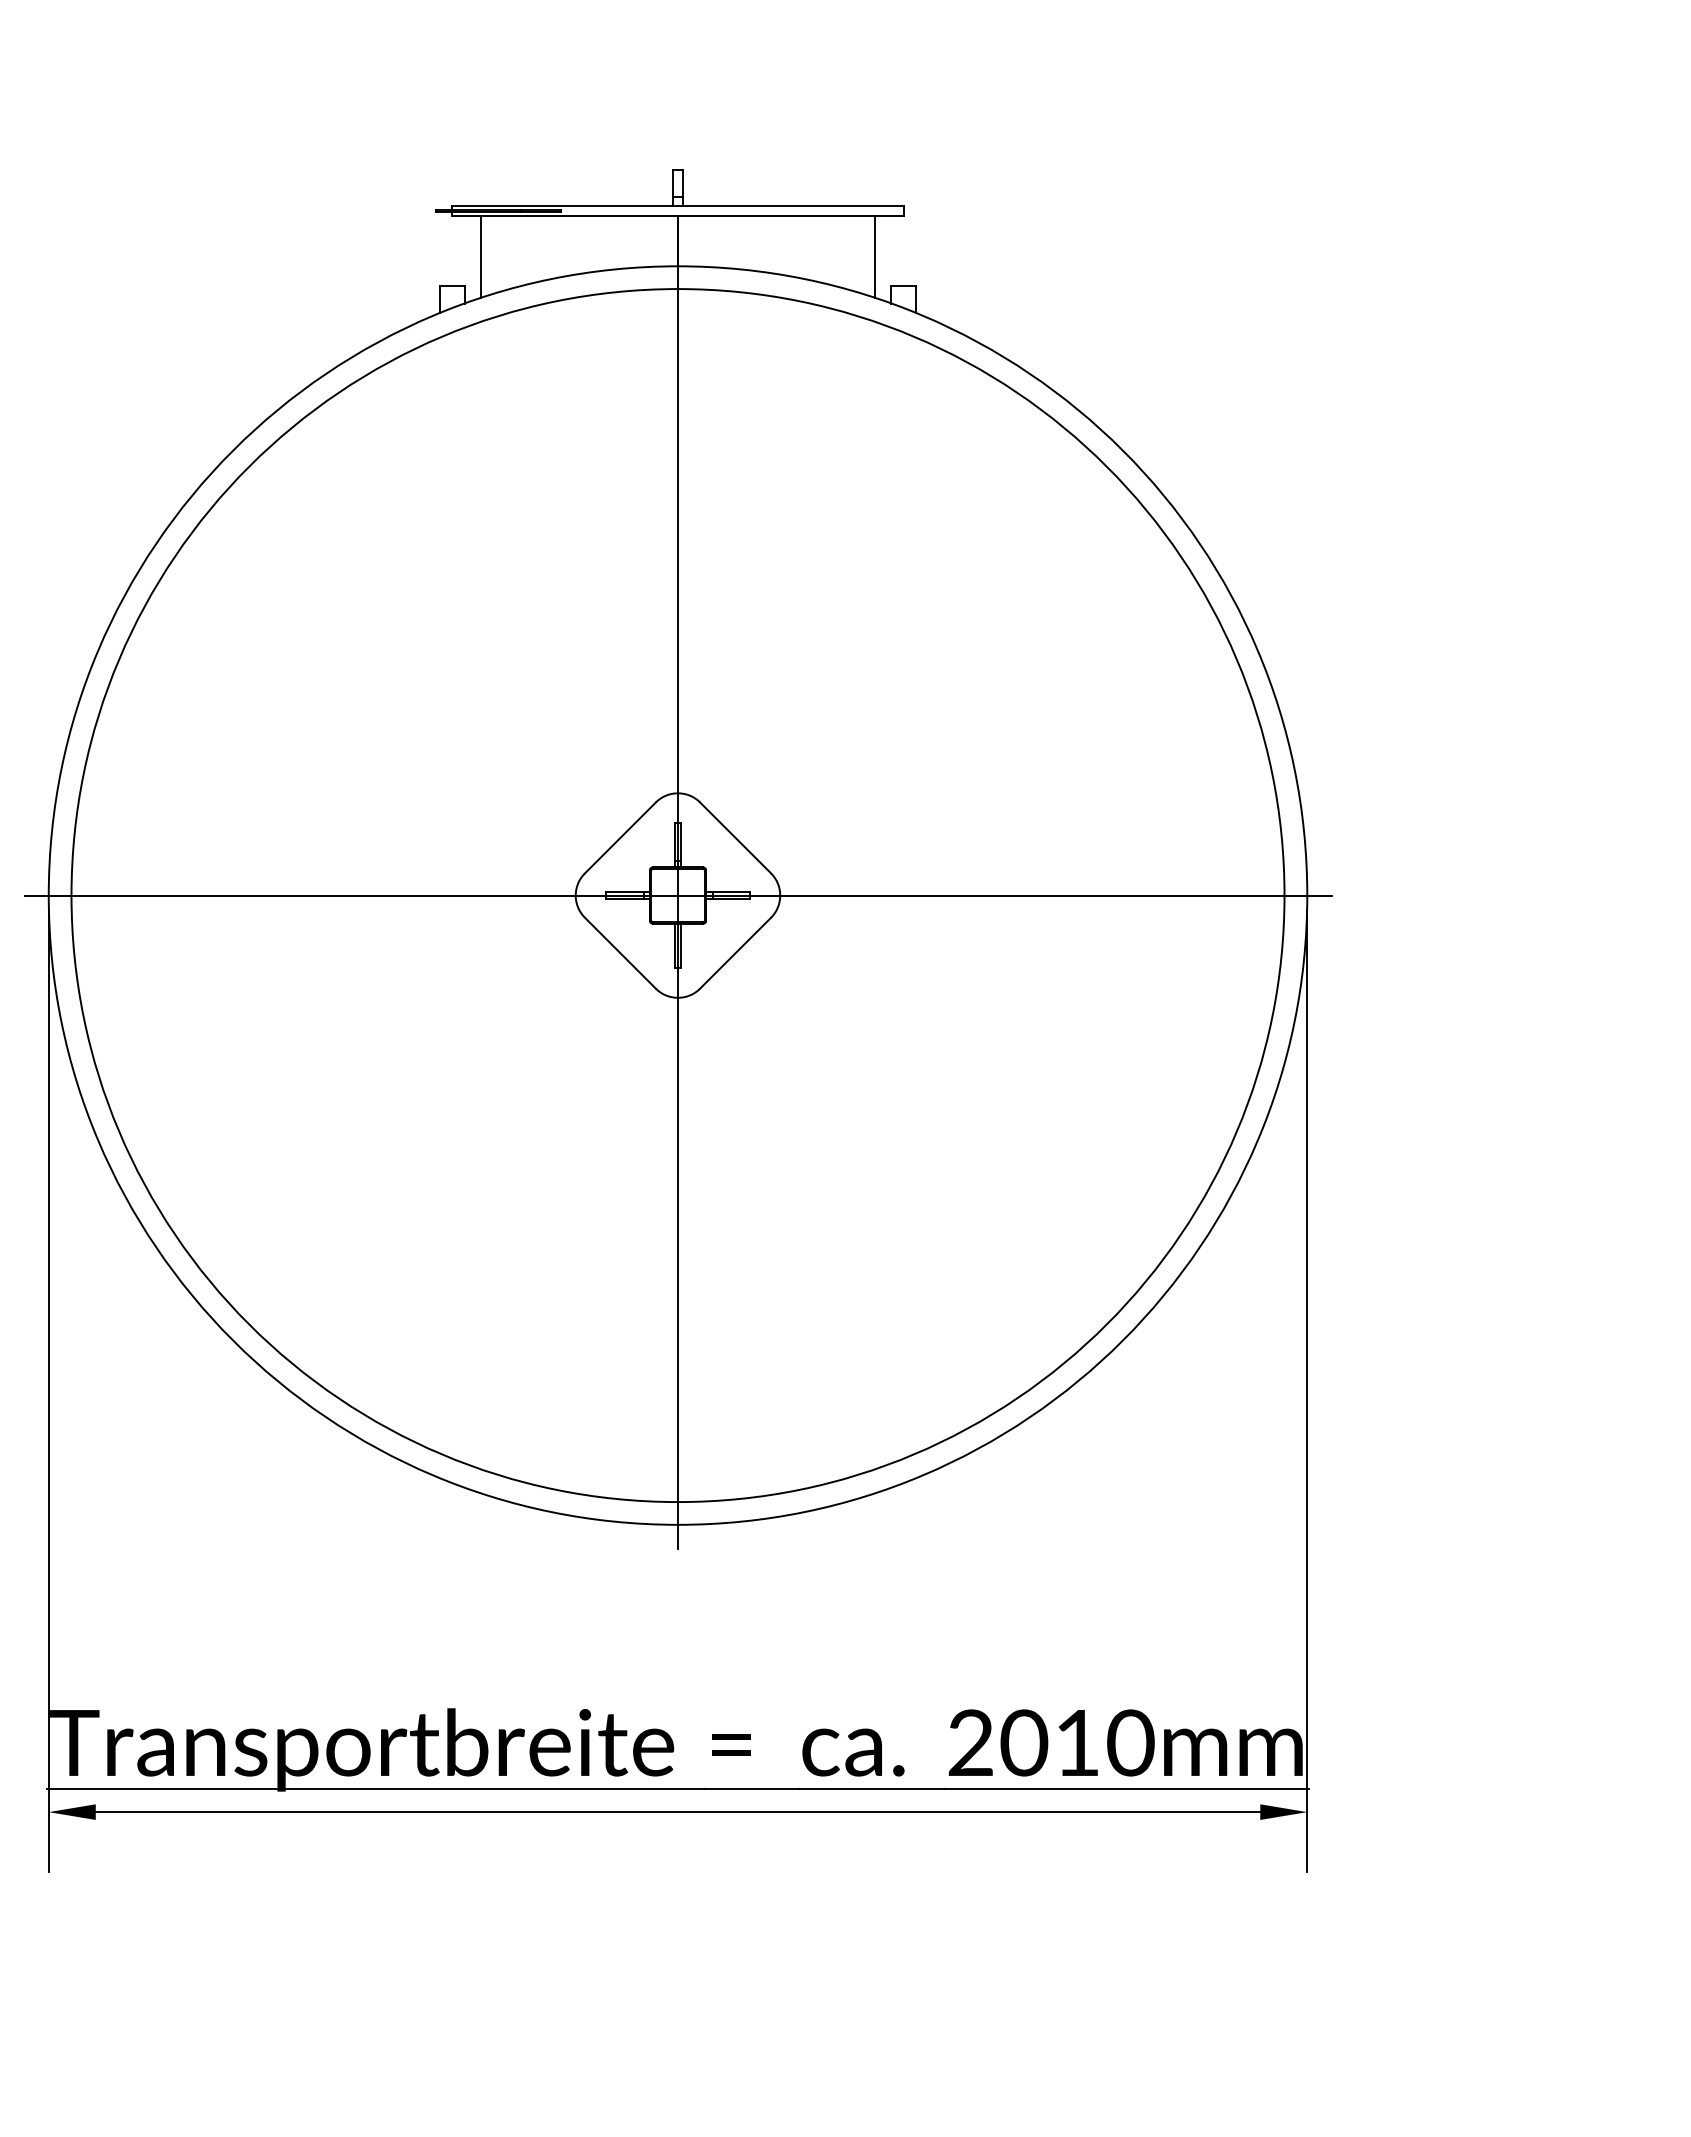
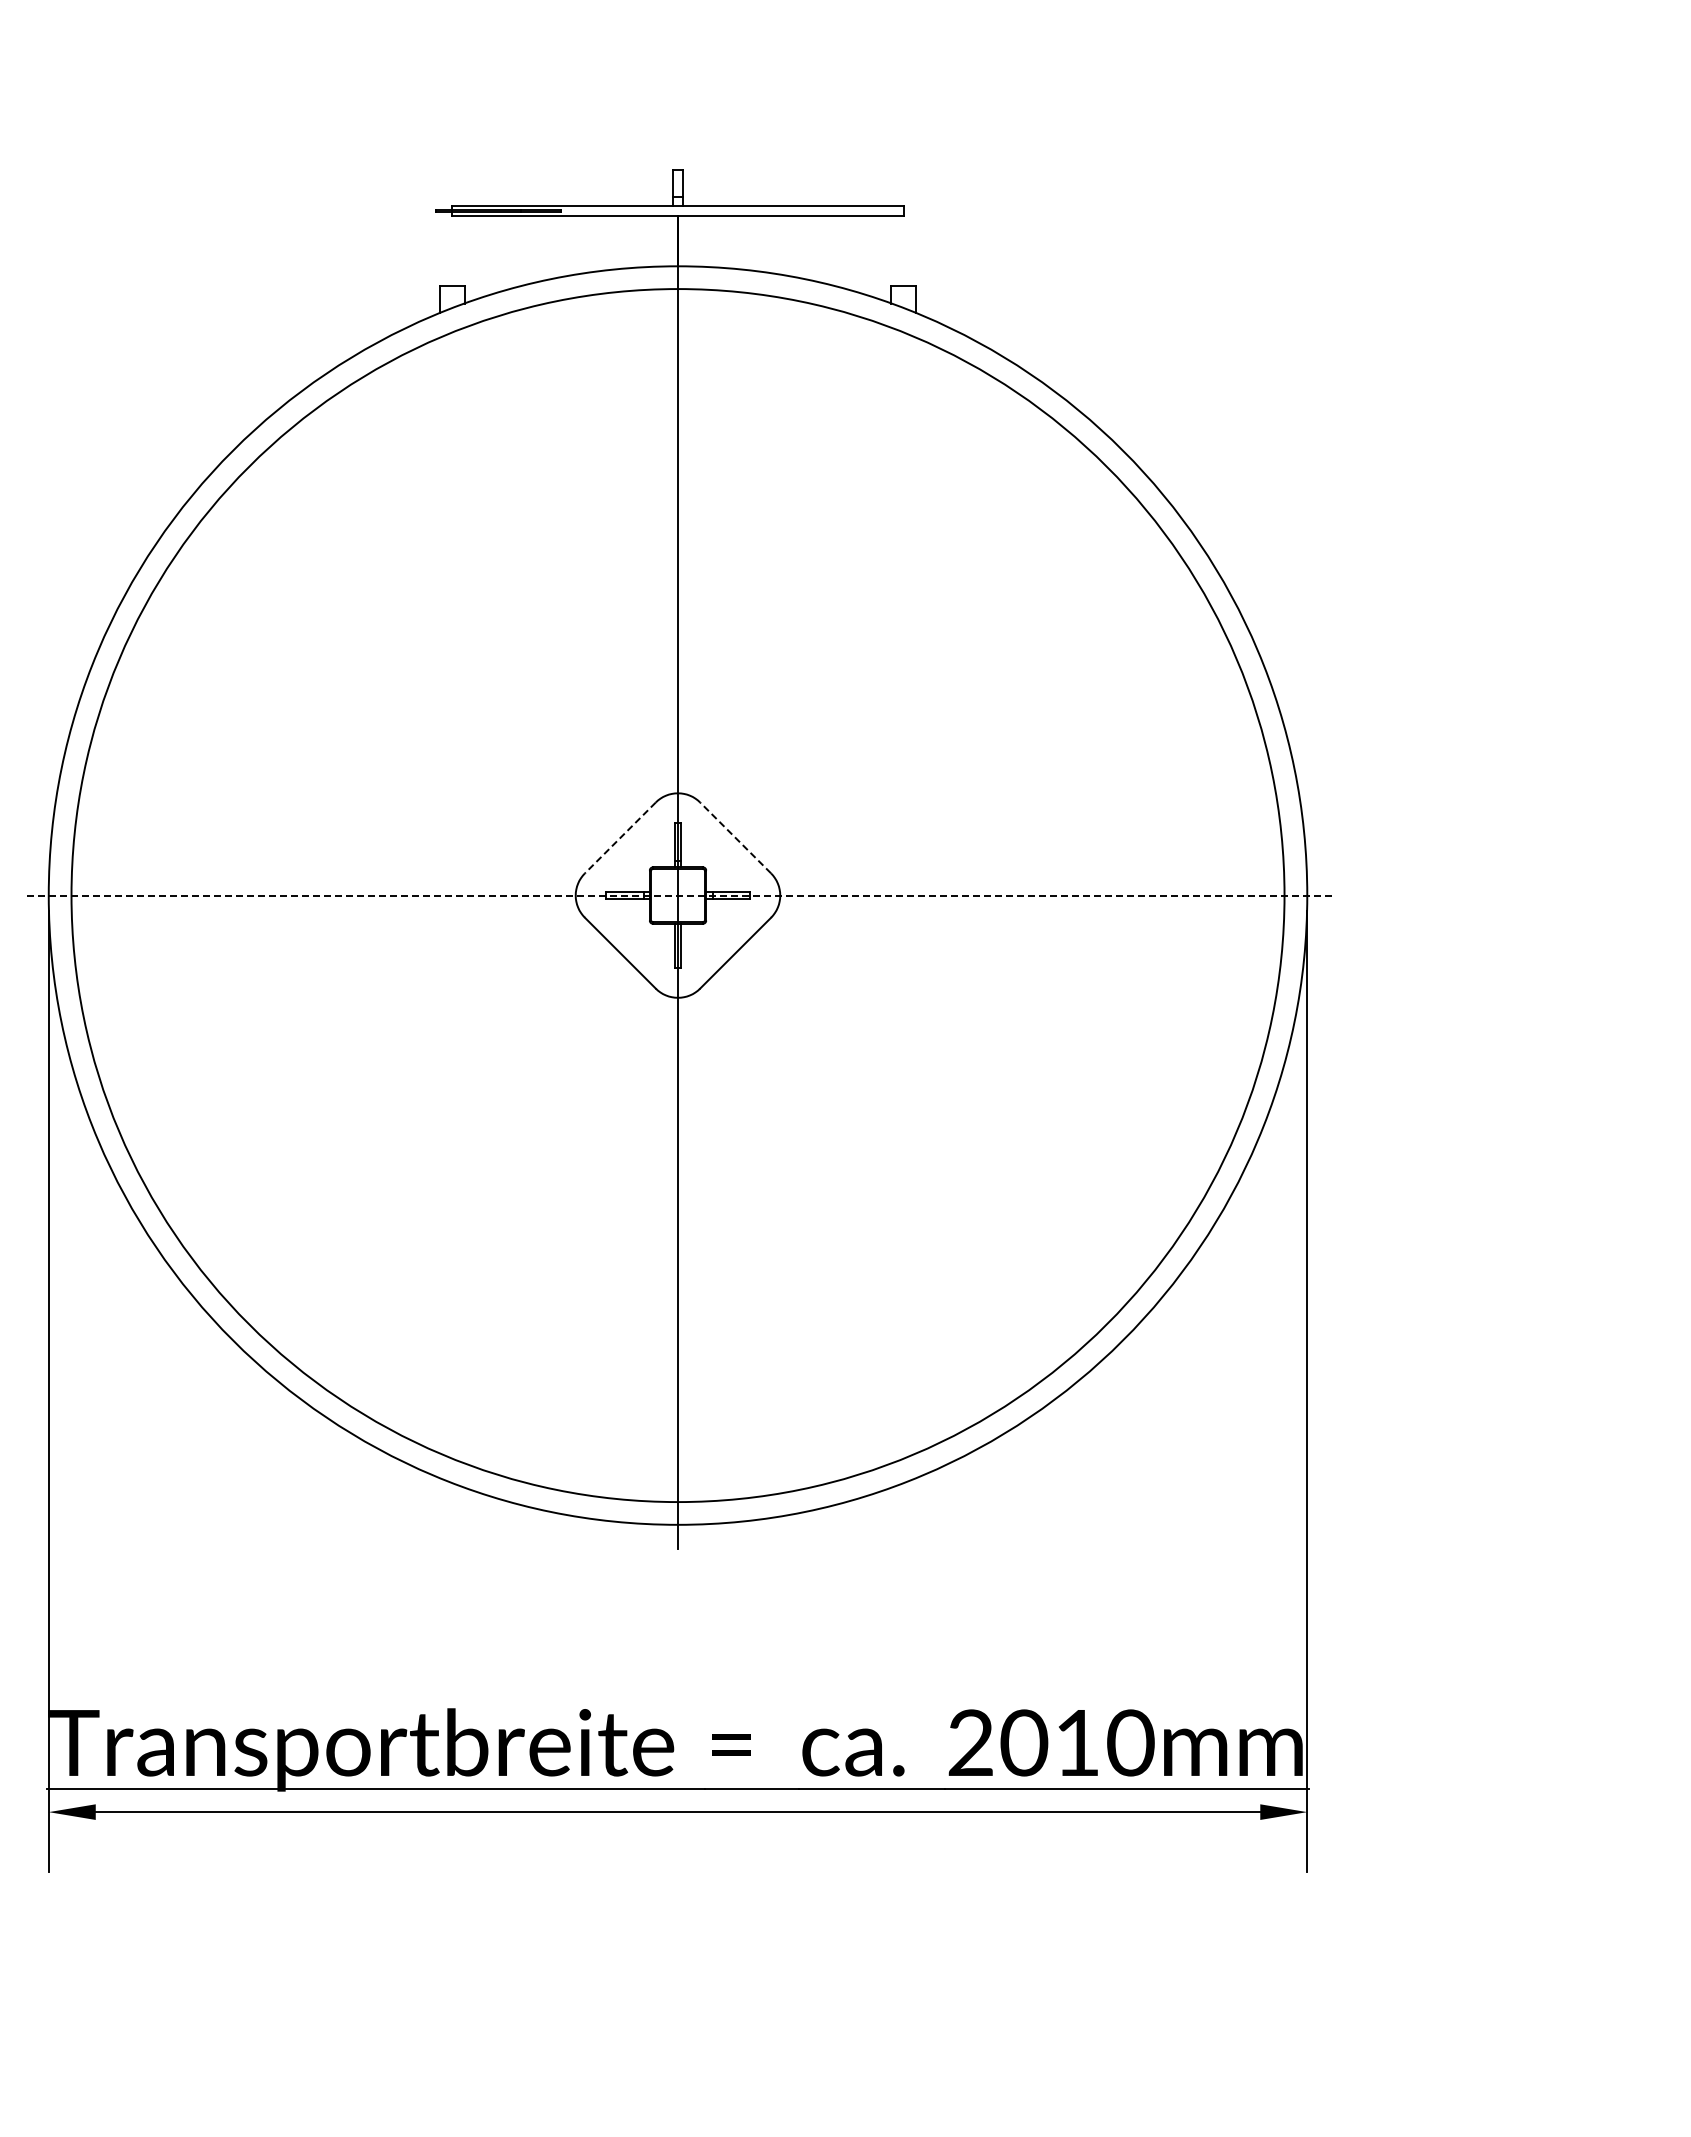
line at (480, 257): present -> none
line at (875, 257): present -> none
line at (735, 837): solid -> dashed
line at (620, 838): solid -> dashed
line at (678, 895): solid -> dashed
